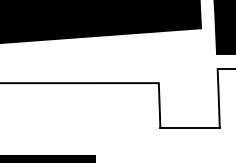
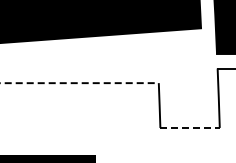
line at (80, 83): solid -> dashed
line at (190, 127): solid -> dashed
